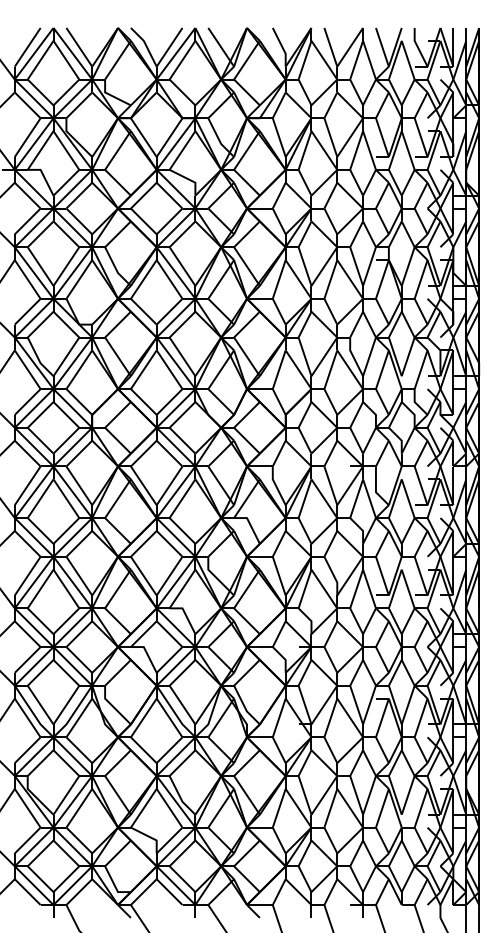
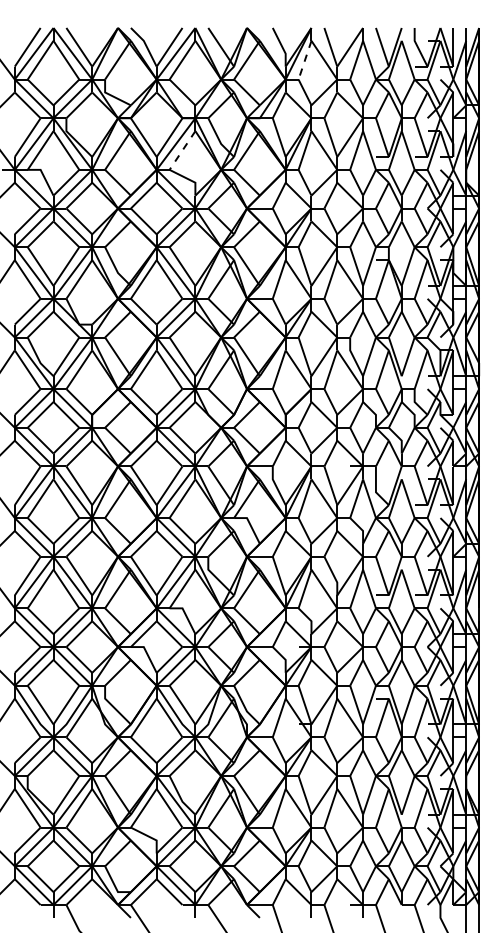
line at (304, 60): solid -> dashed
line at (182, 150): solid -> dashed
